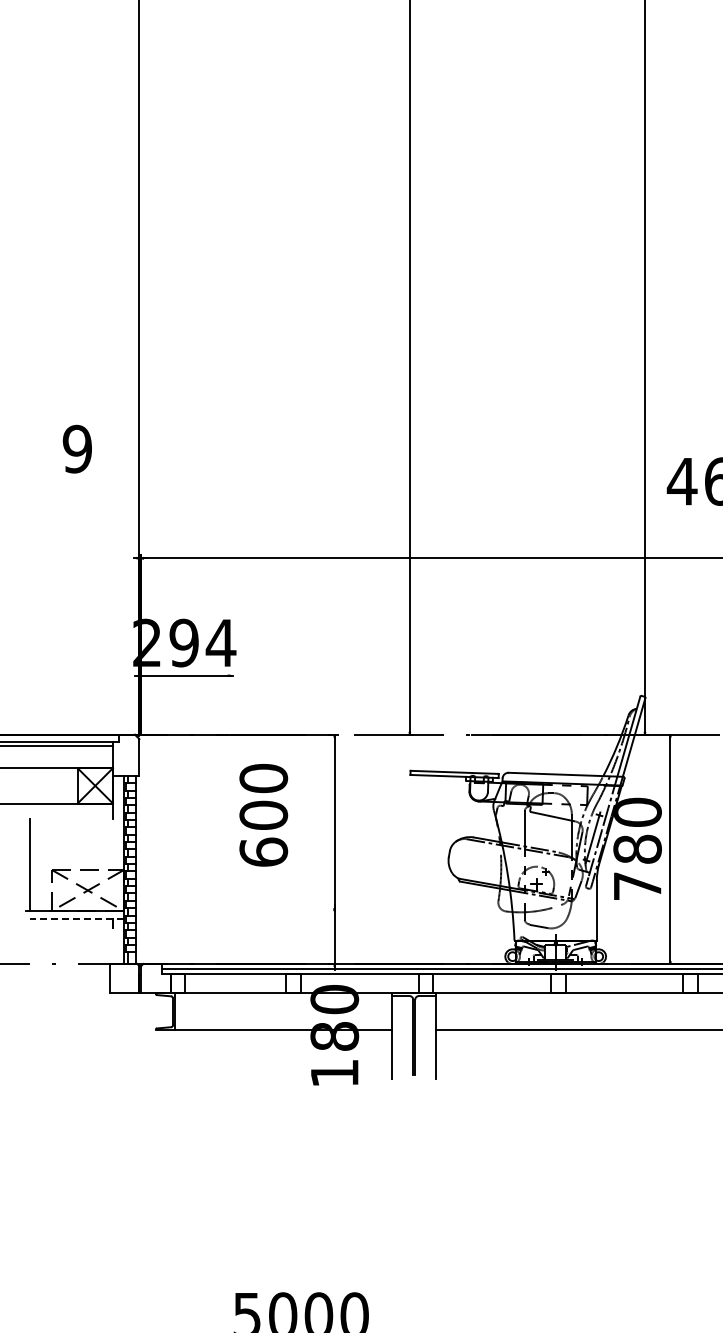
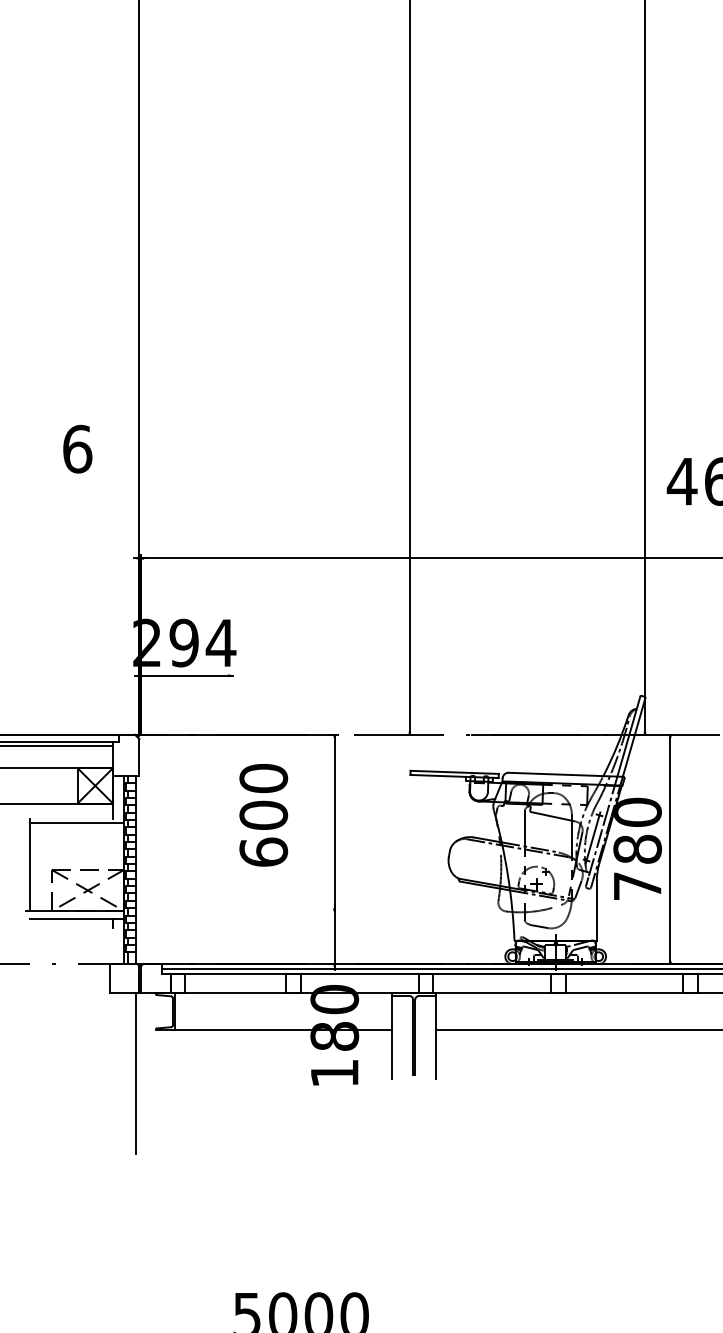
text at (77, 448): 9 -> 6
line at (77, 822): none -> present
line at (76, 919): dashed -> solid
line at (136, 1073): none -> present
